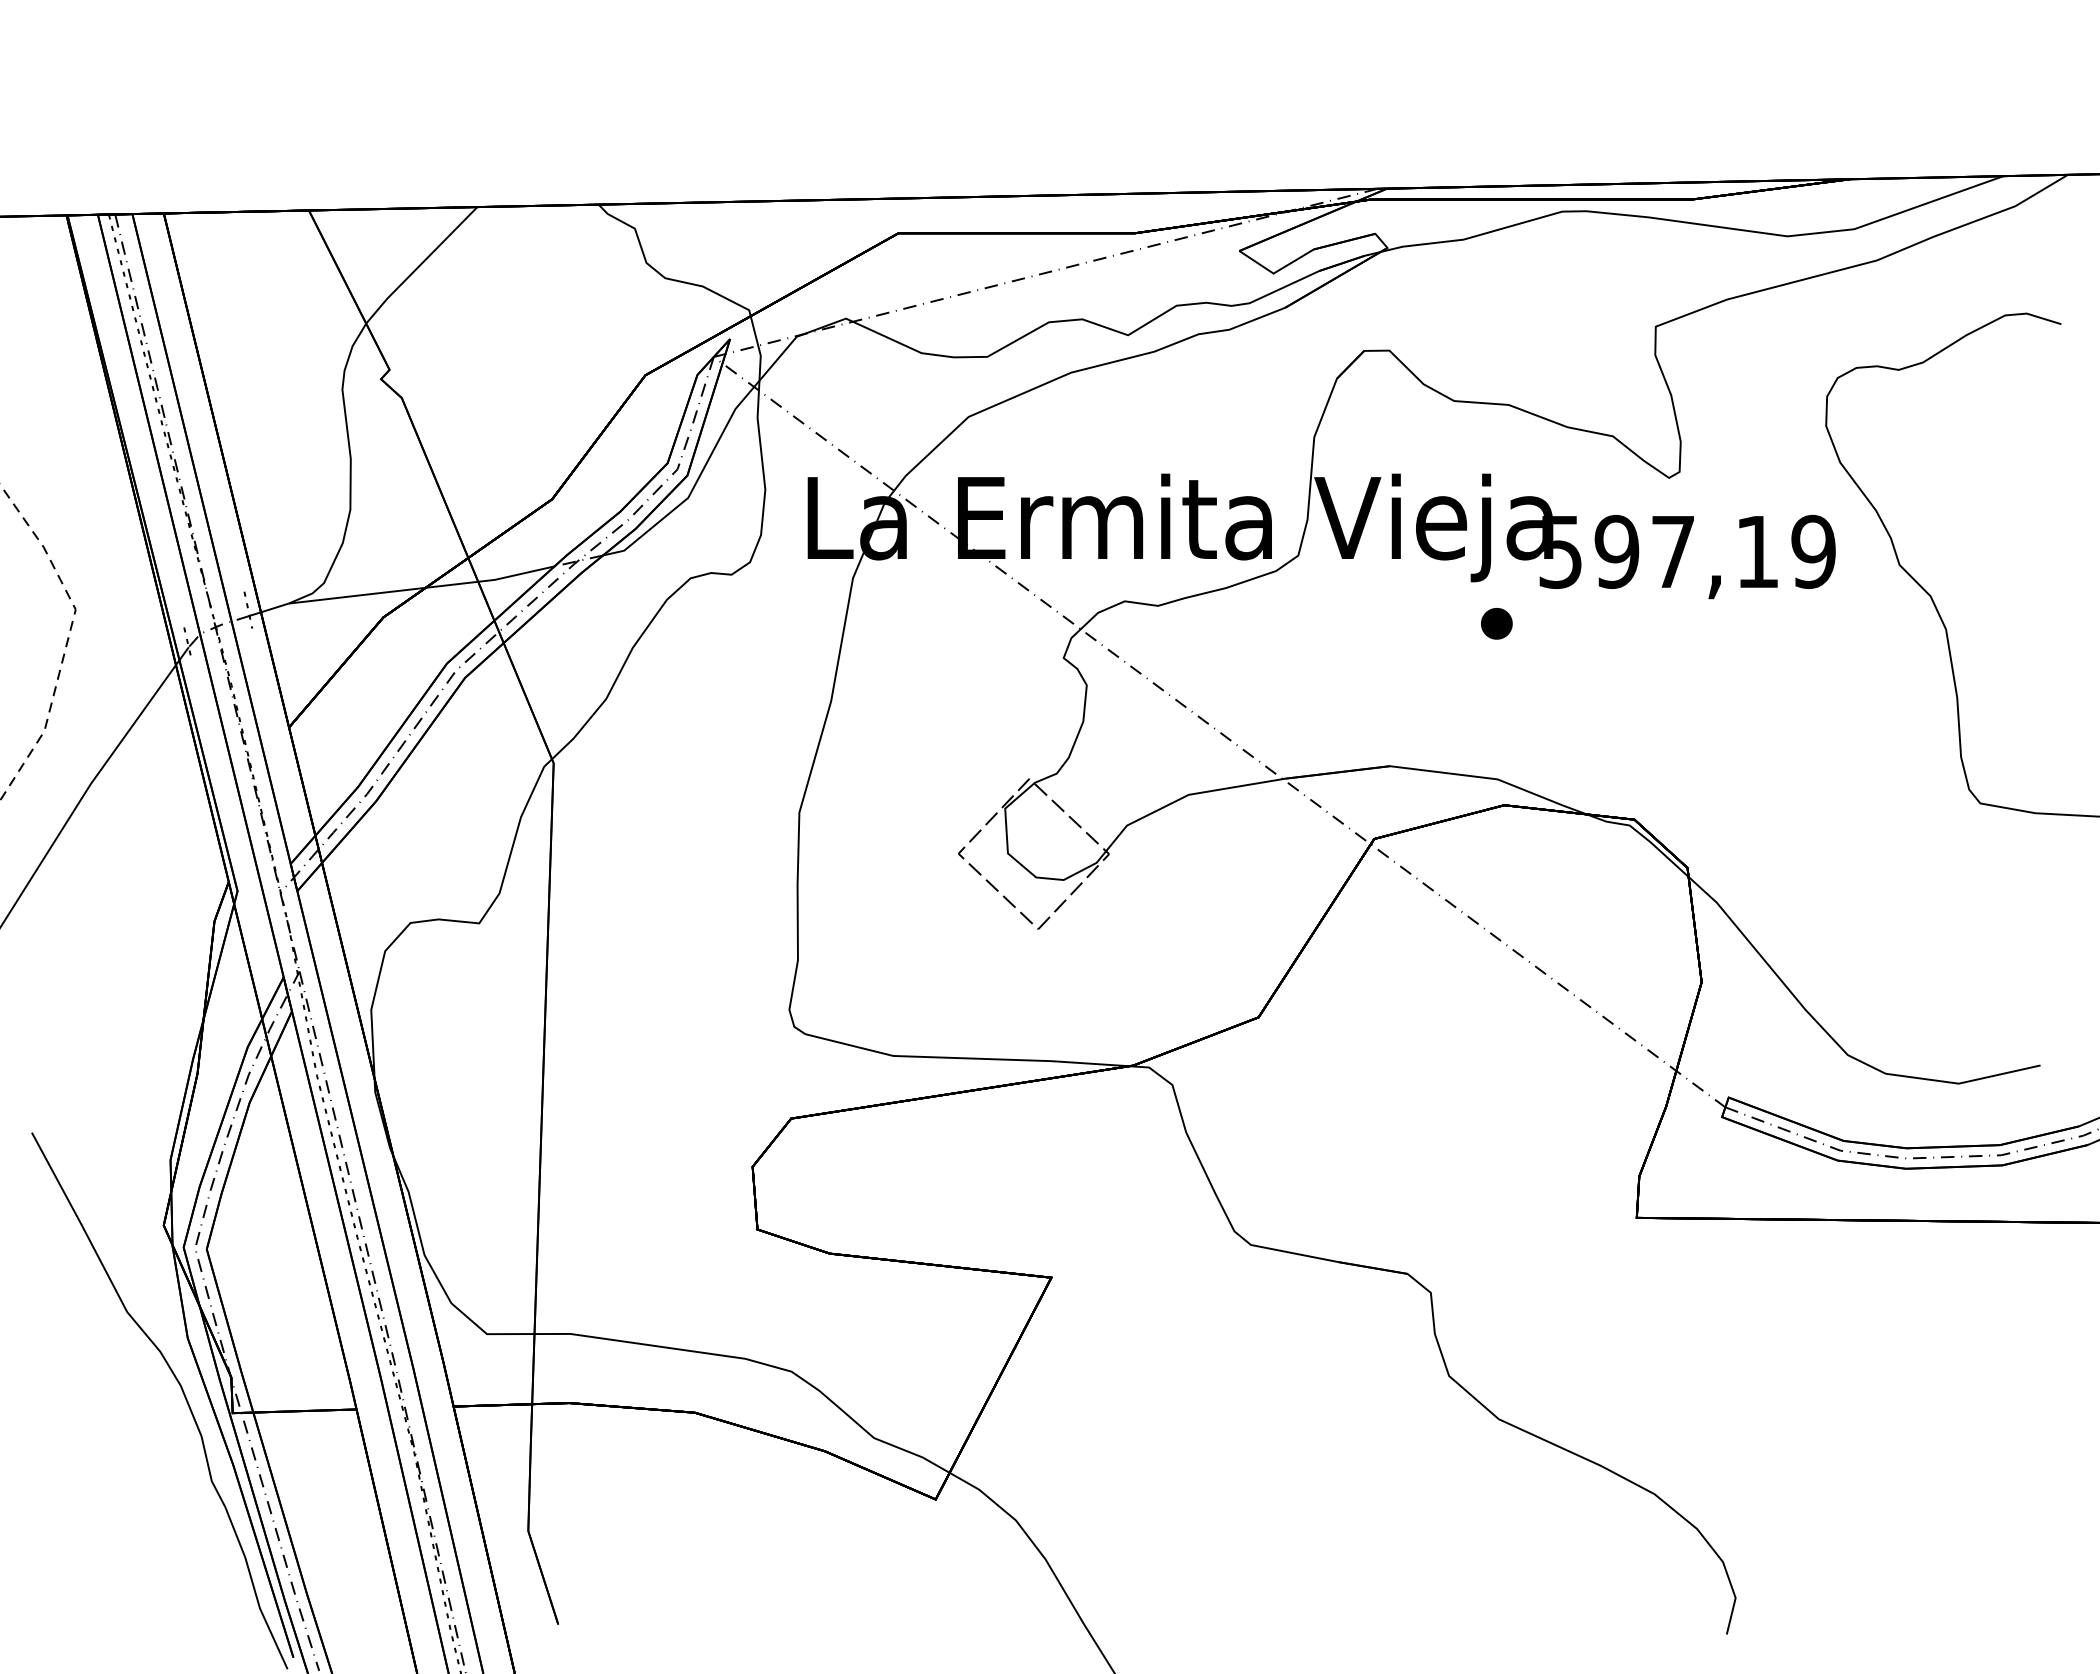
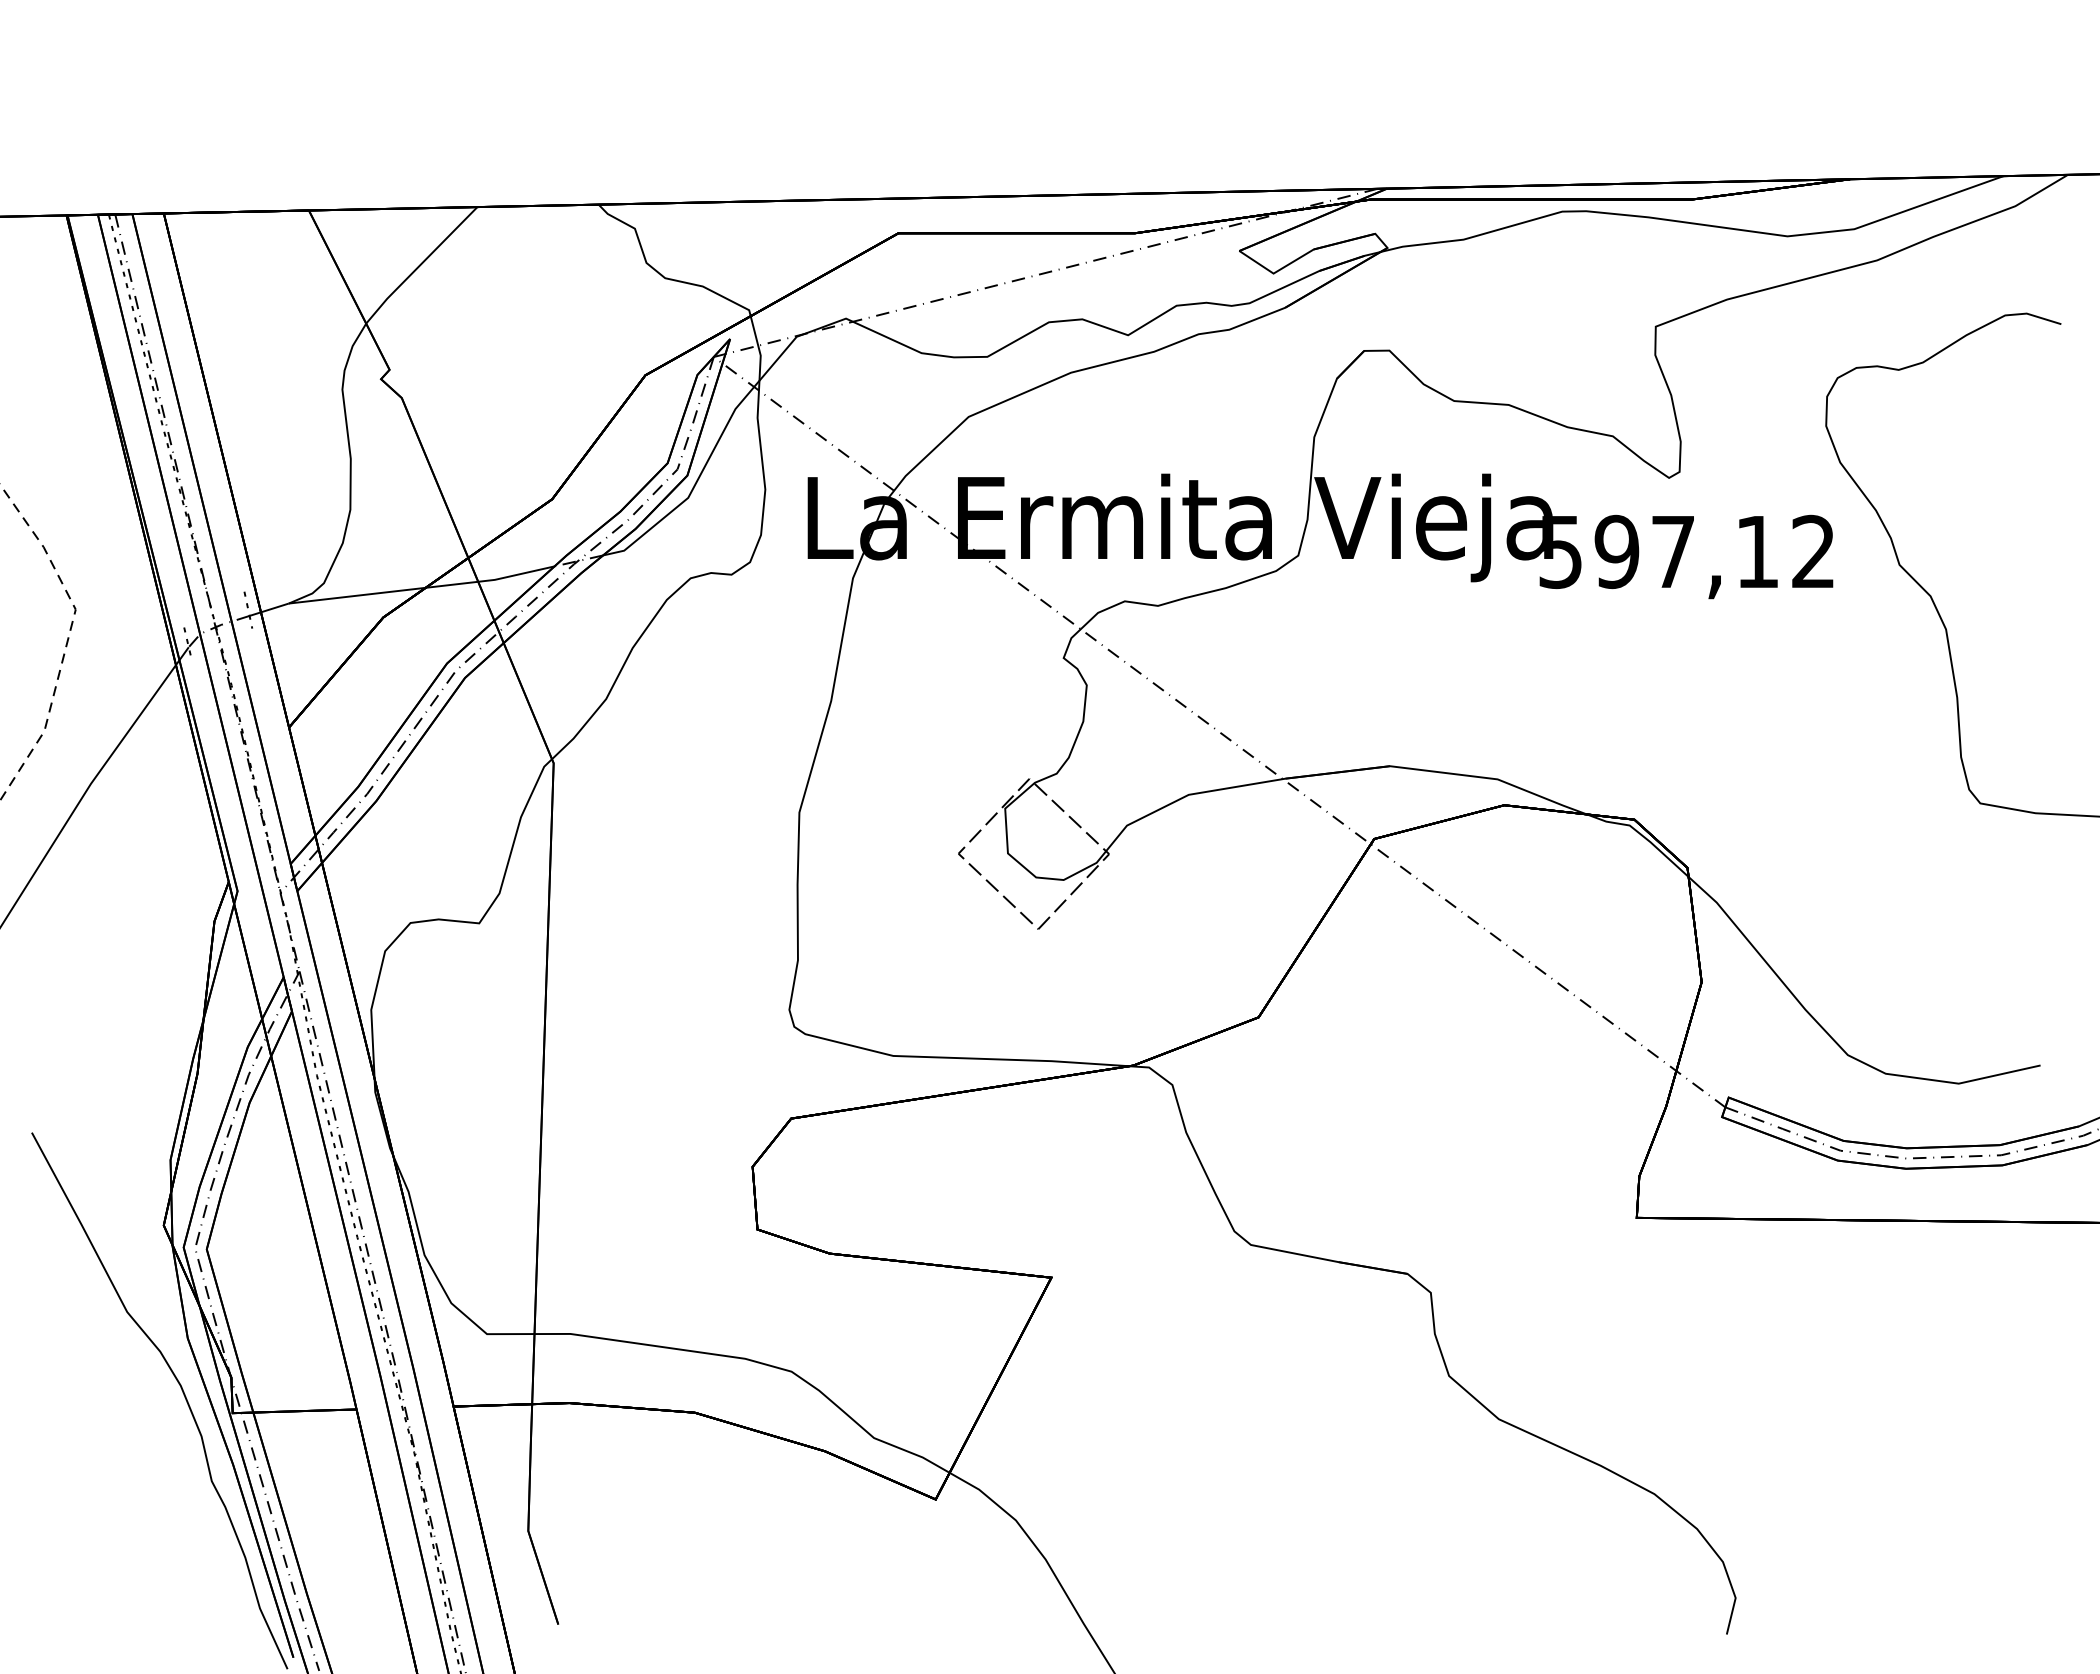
text at (1813, 551): 597,19 -> 597,12
part at (1496, 623): present -> none
